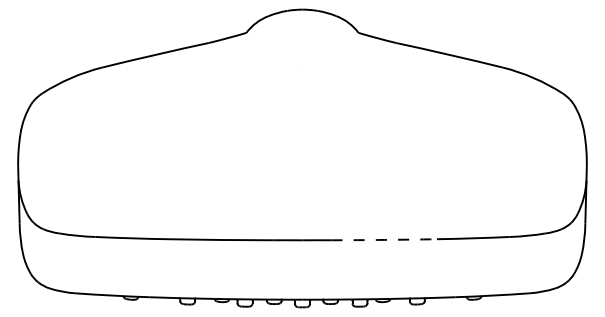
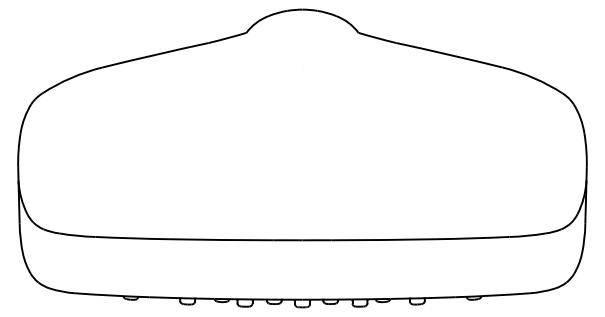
arc at (384, 239): dashed -> solid
